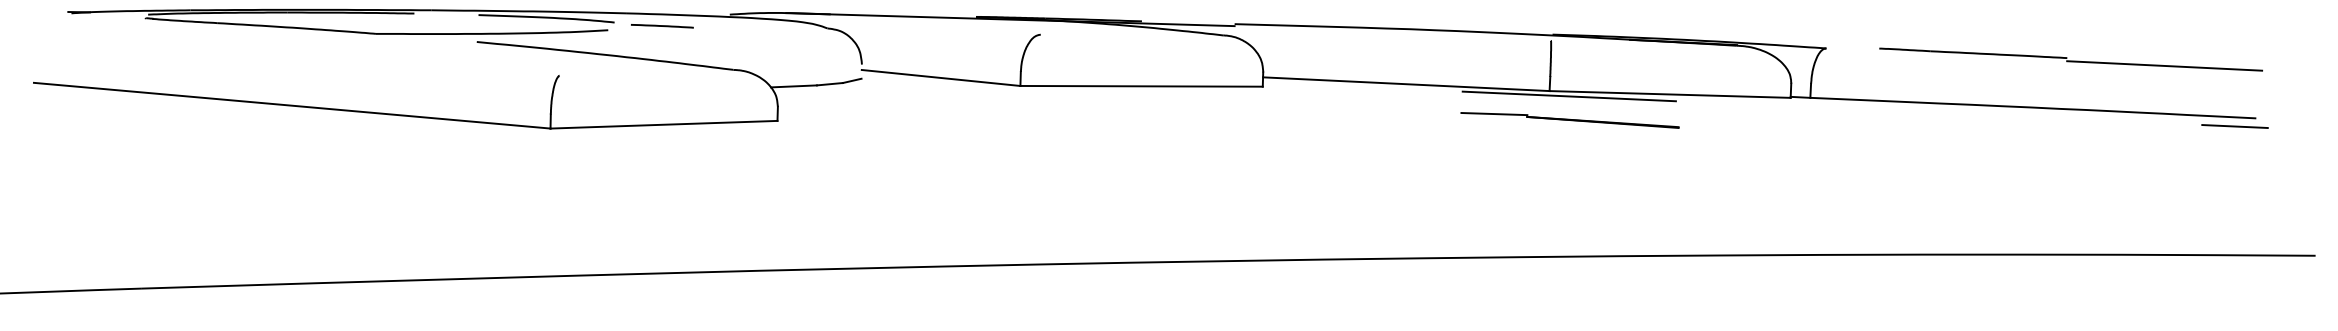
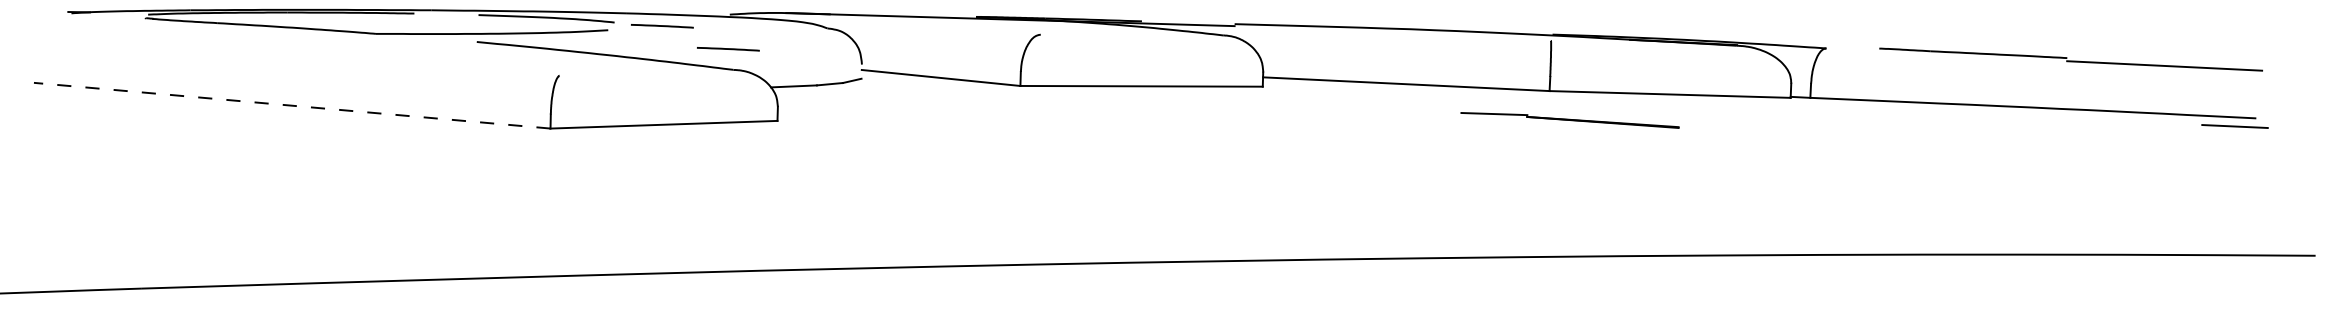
line at (728, 49): none -> present
line at (1568, 96): present -> none
line at (291, 105): solid -> dashed
